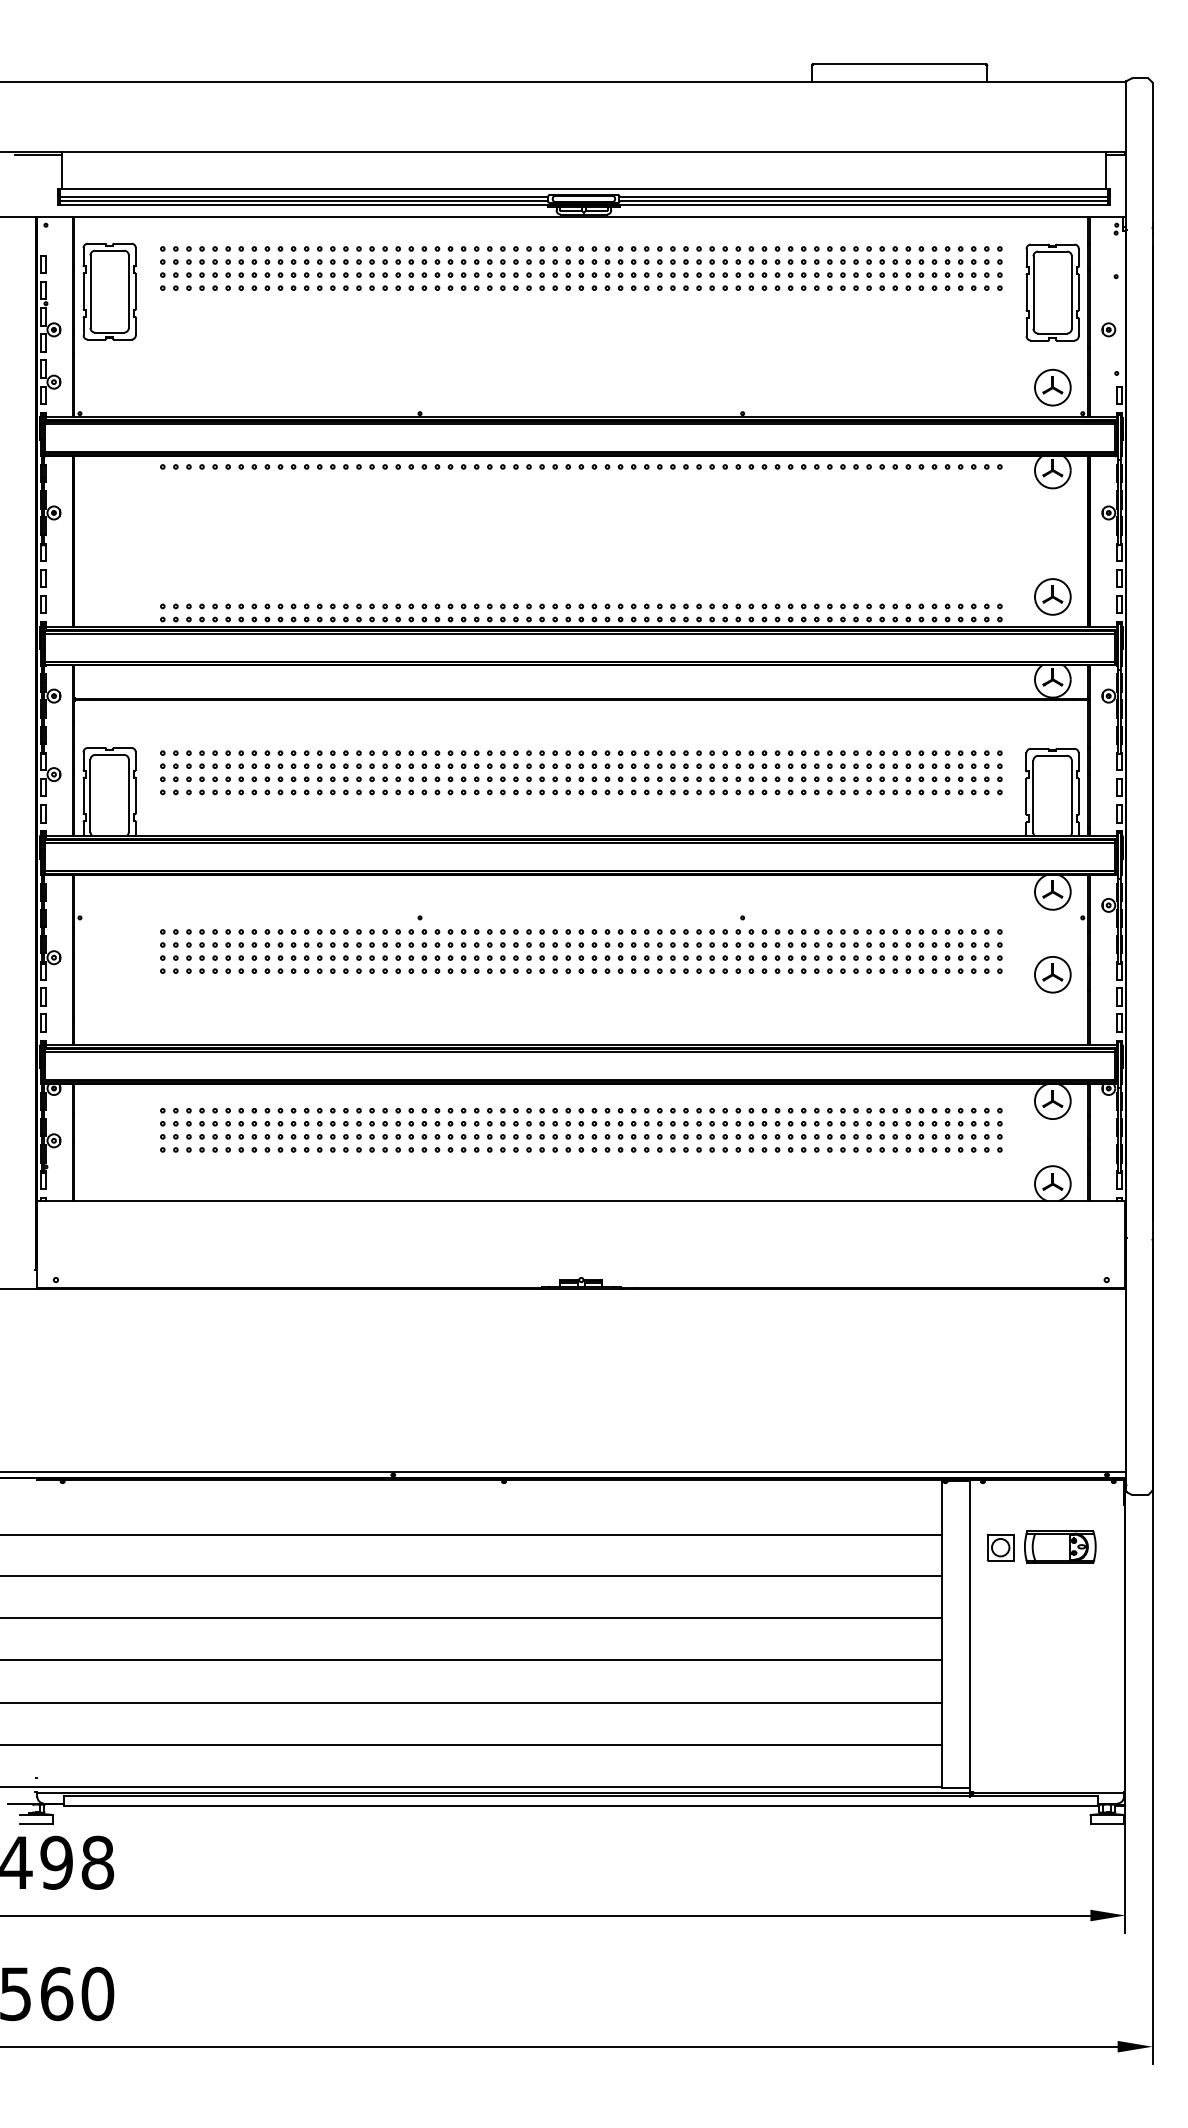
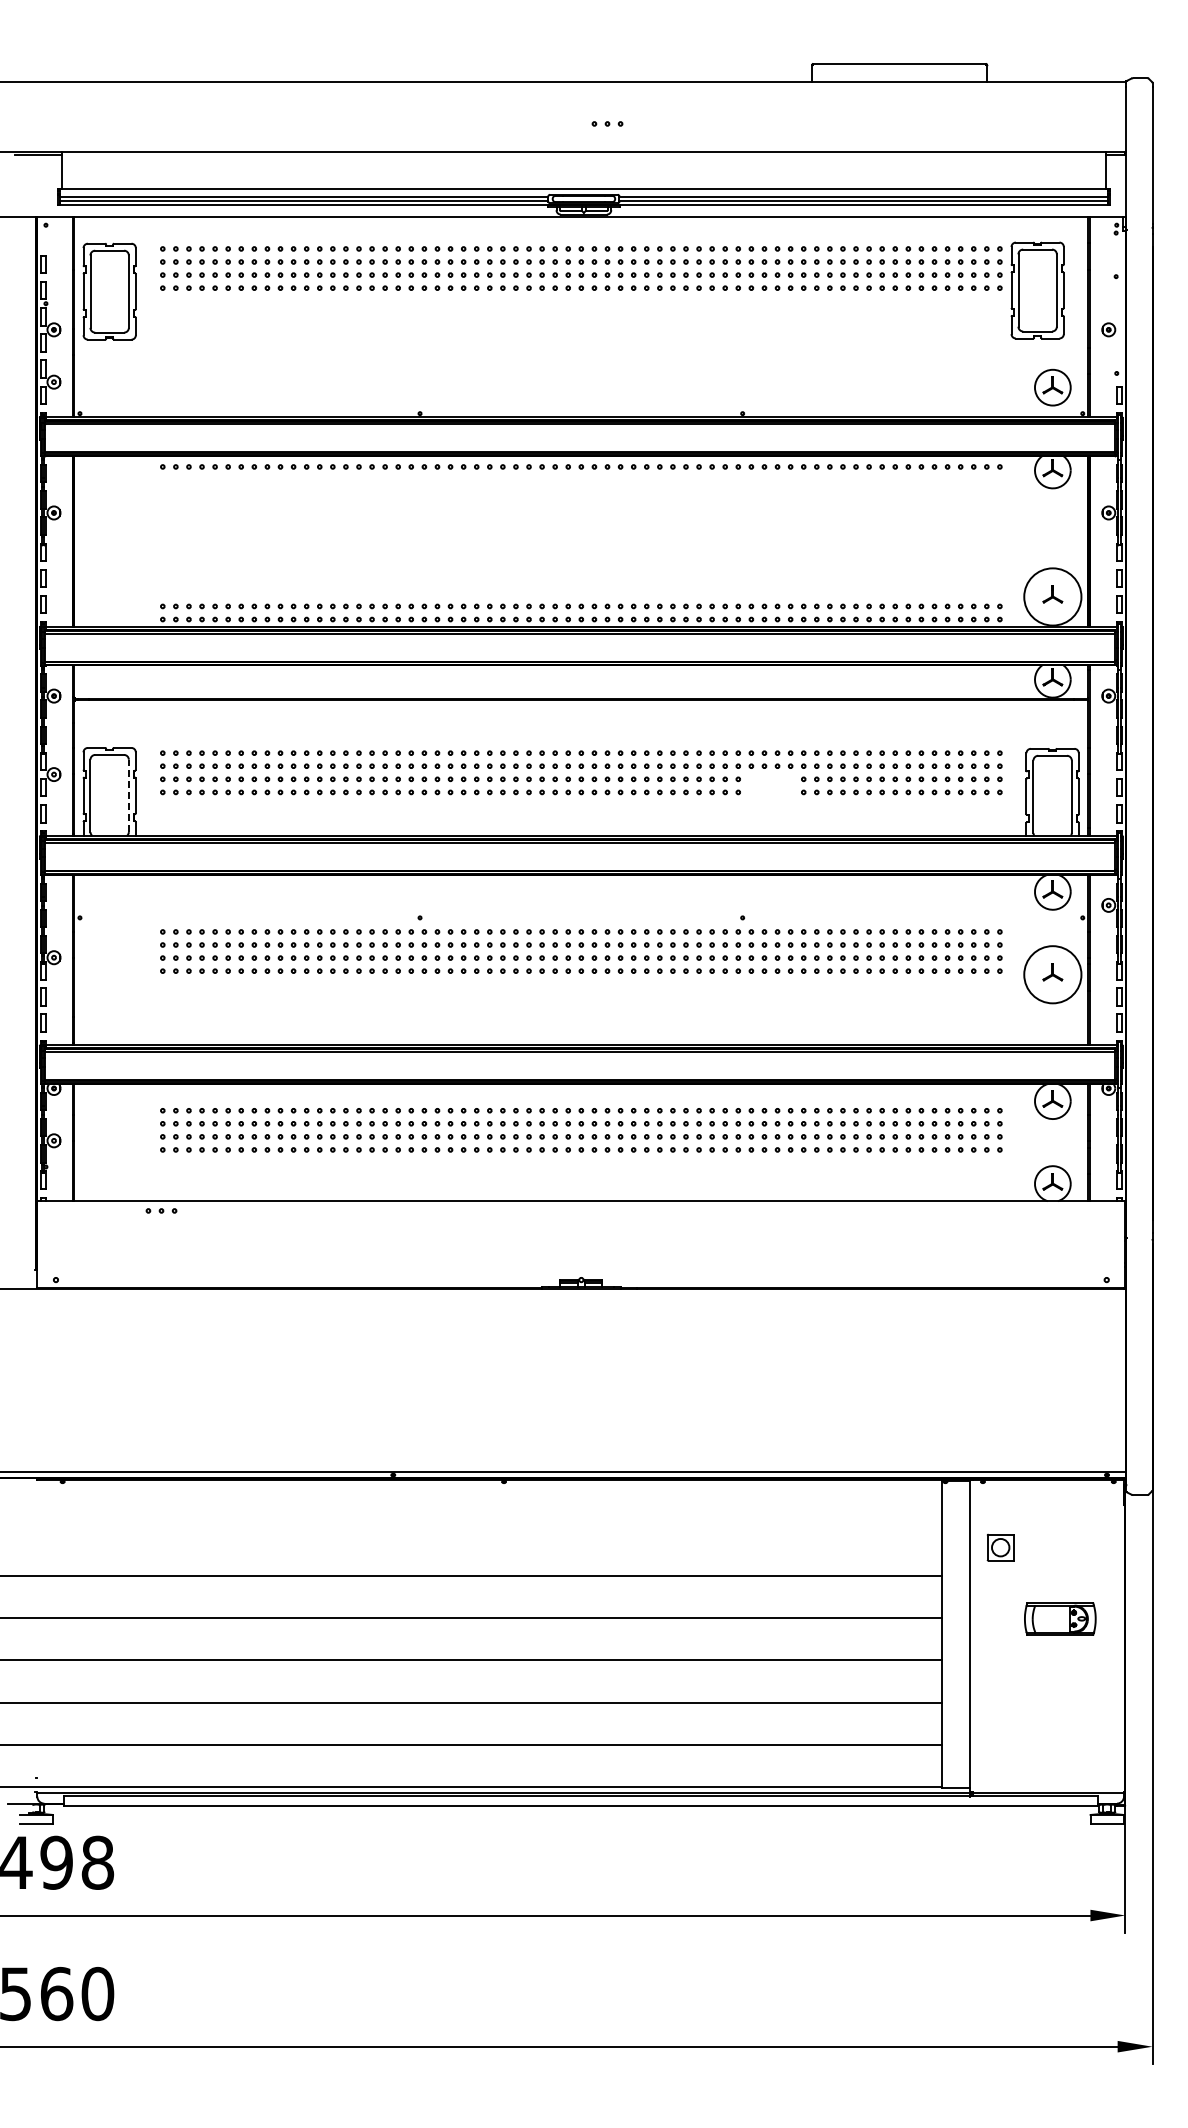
part at (607, 123): none -> present
part at (1052, 292) position: (1052, 292) -> (1037, 290)
circle at (1052, 596) diameter: 36 px -> 57 px
part at (770, 785): present -> none
line at (128, 795): solid -> dashed
circle at (1052, 974) diameter: 36 px -> 57 px
part at (161, 1210): none -> present
line at (472, 1534): present -> none
part at (1060, 1546) position: (1060, 1546) -> (1060, 1618)
